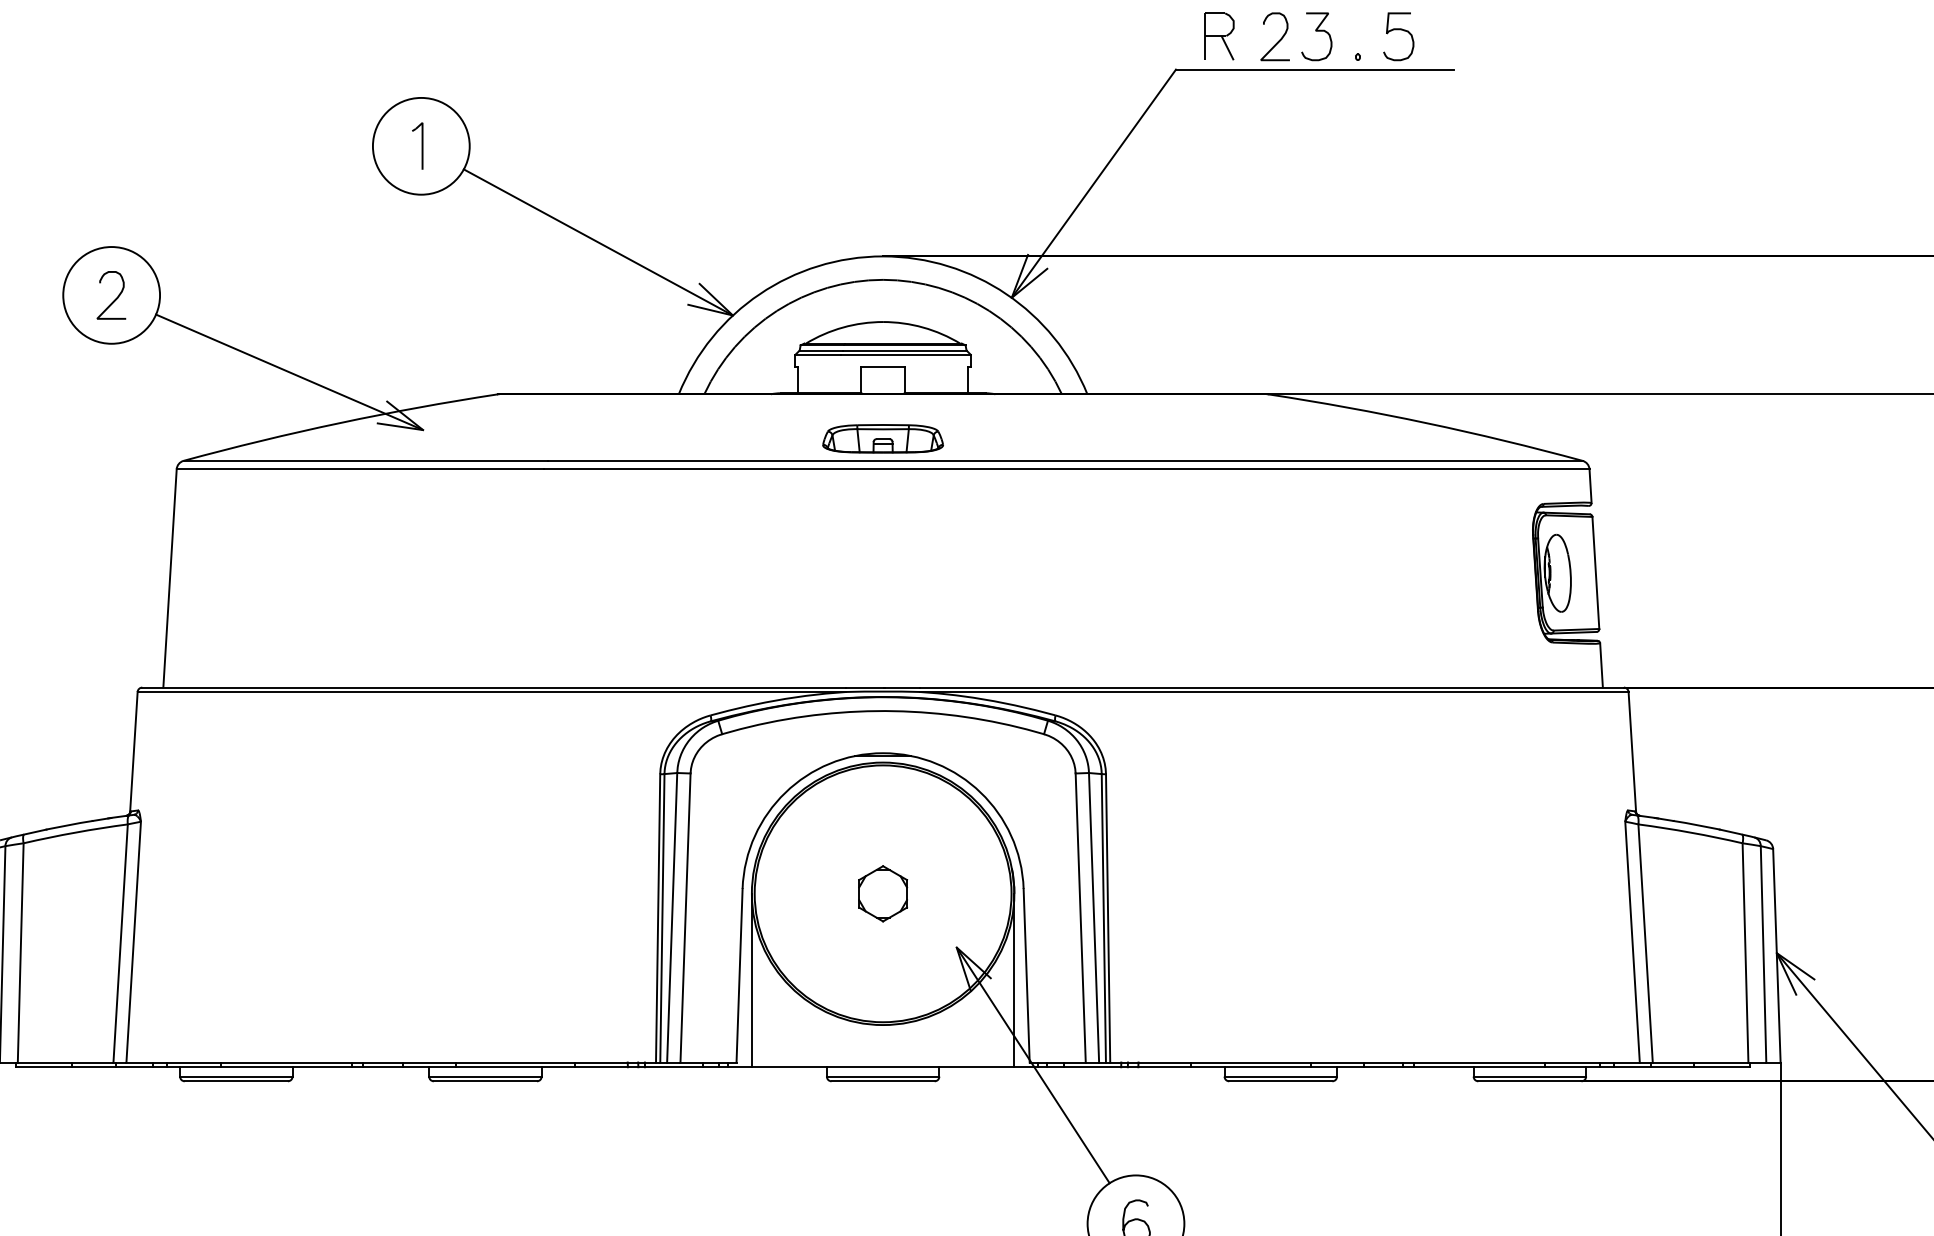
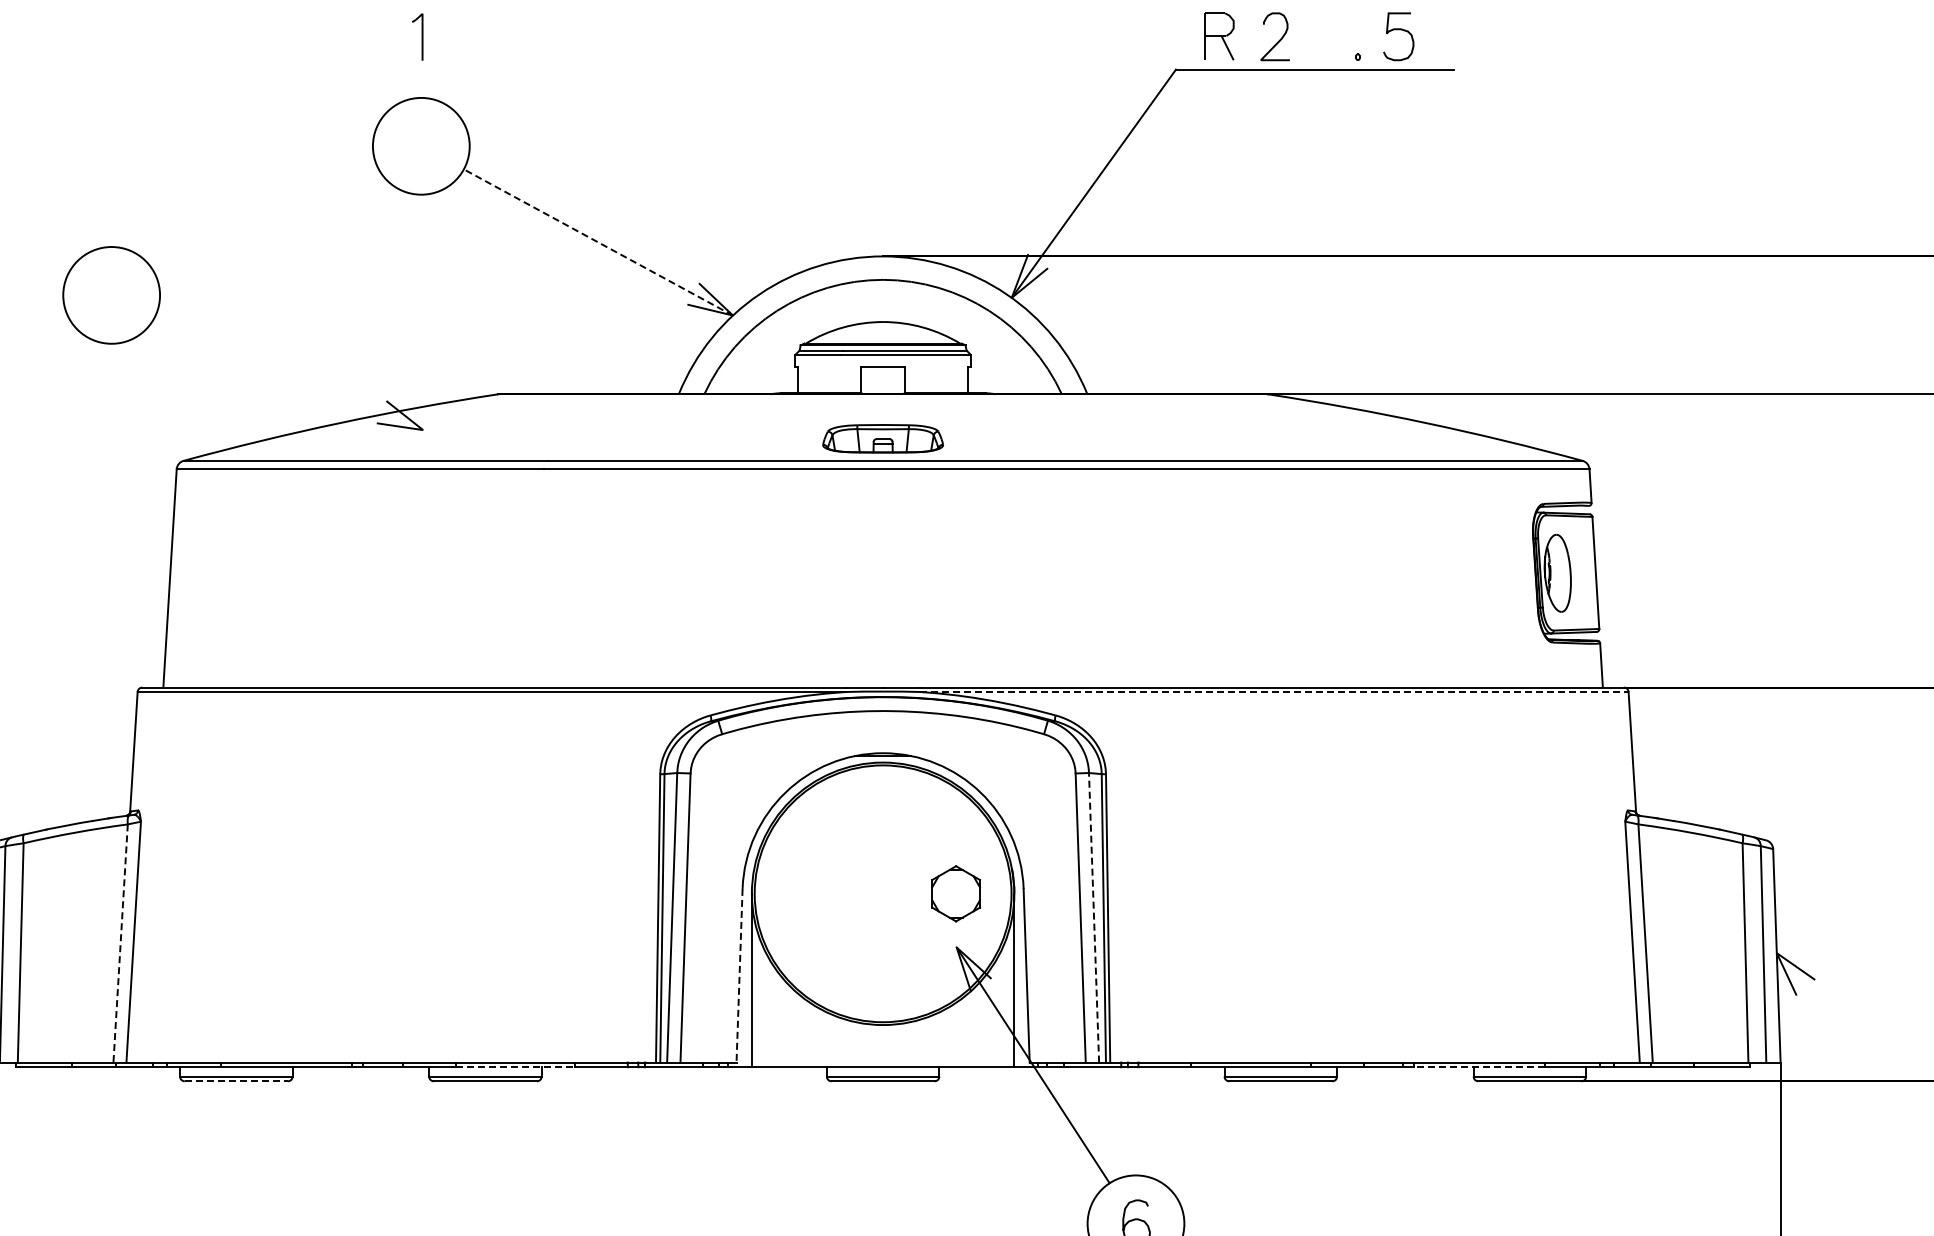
curve at (1316, 31): present -> none
part at (417, 145) position: (417, 145) -> (417, 36)
line at (597, 242): solid -> dashed
curve at (115, 298): present -> none
line at (289, 372): present -> none
line at (1274, 692): solid -> dashed
part at (883, 893) position: (883, 893) -> (956, 893)
line at (1094, 917): solid -> dashed
line at (120, 943): solid -> dashed
line at (739, 975): solid -> dashed
line at (1853, 1044): present -> none
line at (515, 1067): solid -> dashed
line at (1479, 1067): solid -> dashed
line at (236, 1081): solid -> dashed
